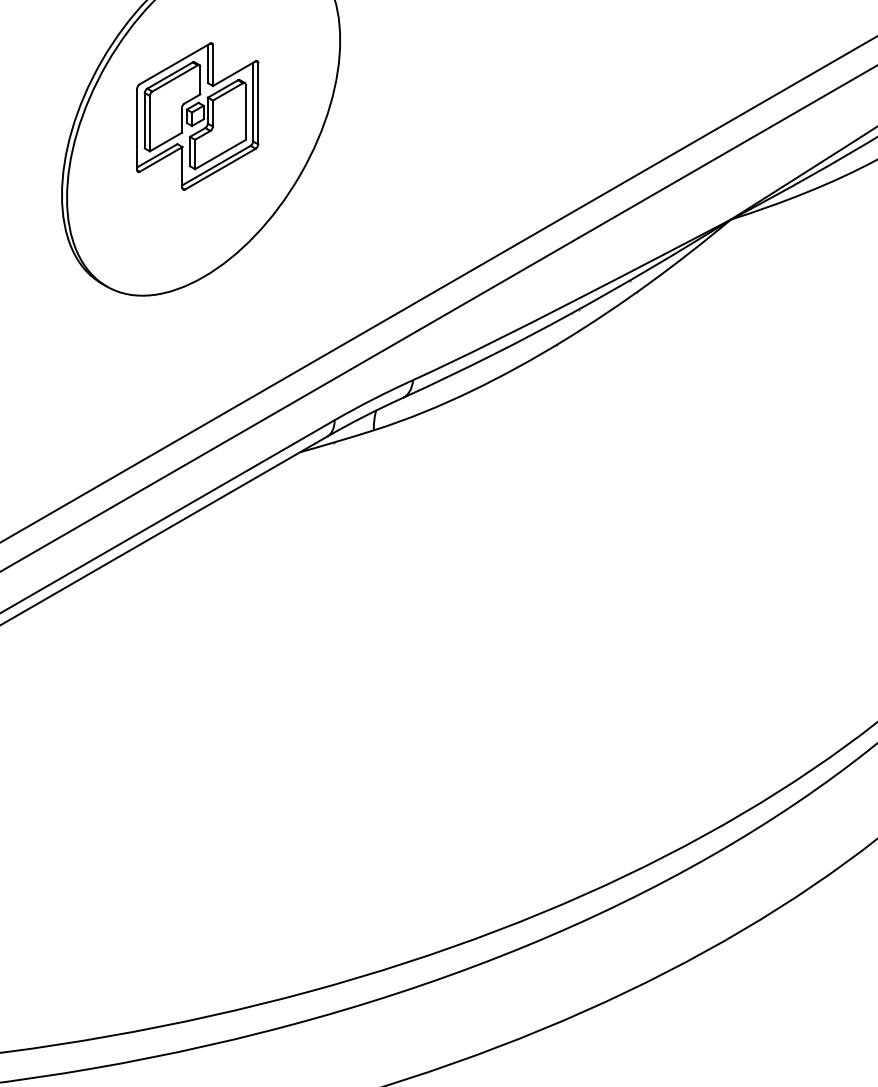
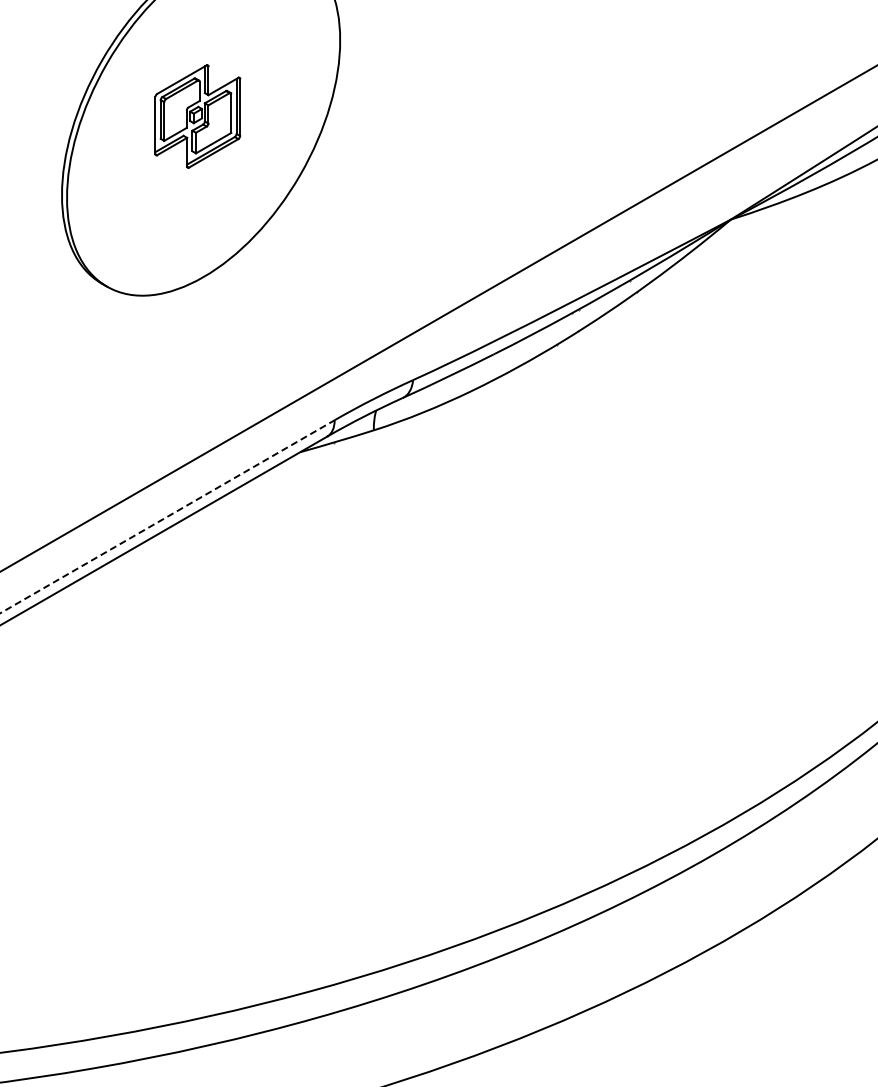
part at (197, 116) size: 124x149 px -> 88x105 px
line at (438, 289): present -> none
line at (167, 516): solid -> dashed
